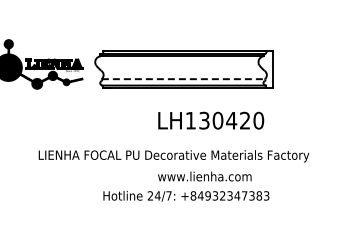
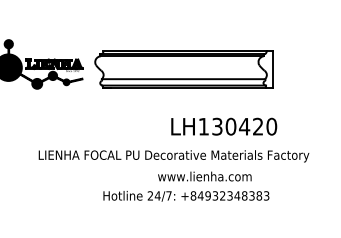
line at (183, 79): dashed -> solid
text at (211, 120) position: (211, 120) -> (224, 126)
text at (244, 195): +84932347383 -> +84932348383
